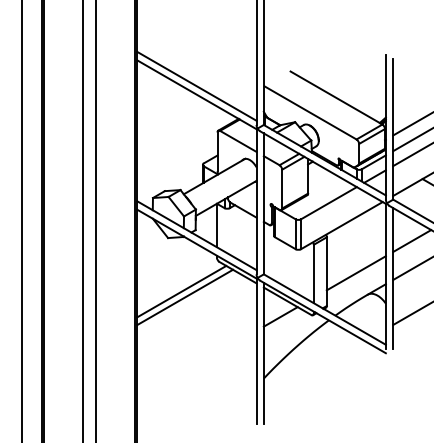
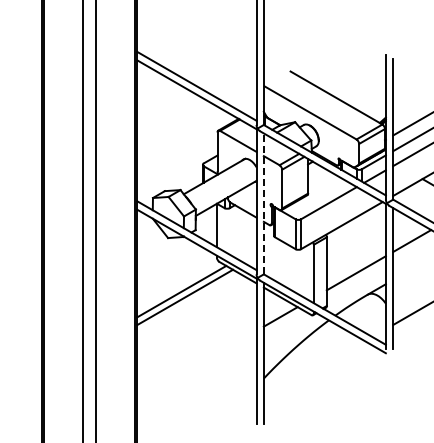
line at (263, 203): solid -> dashed
line at (21, 220): present -> none
line at (411, 268): present -> none
